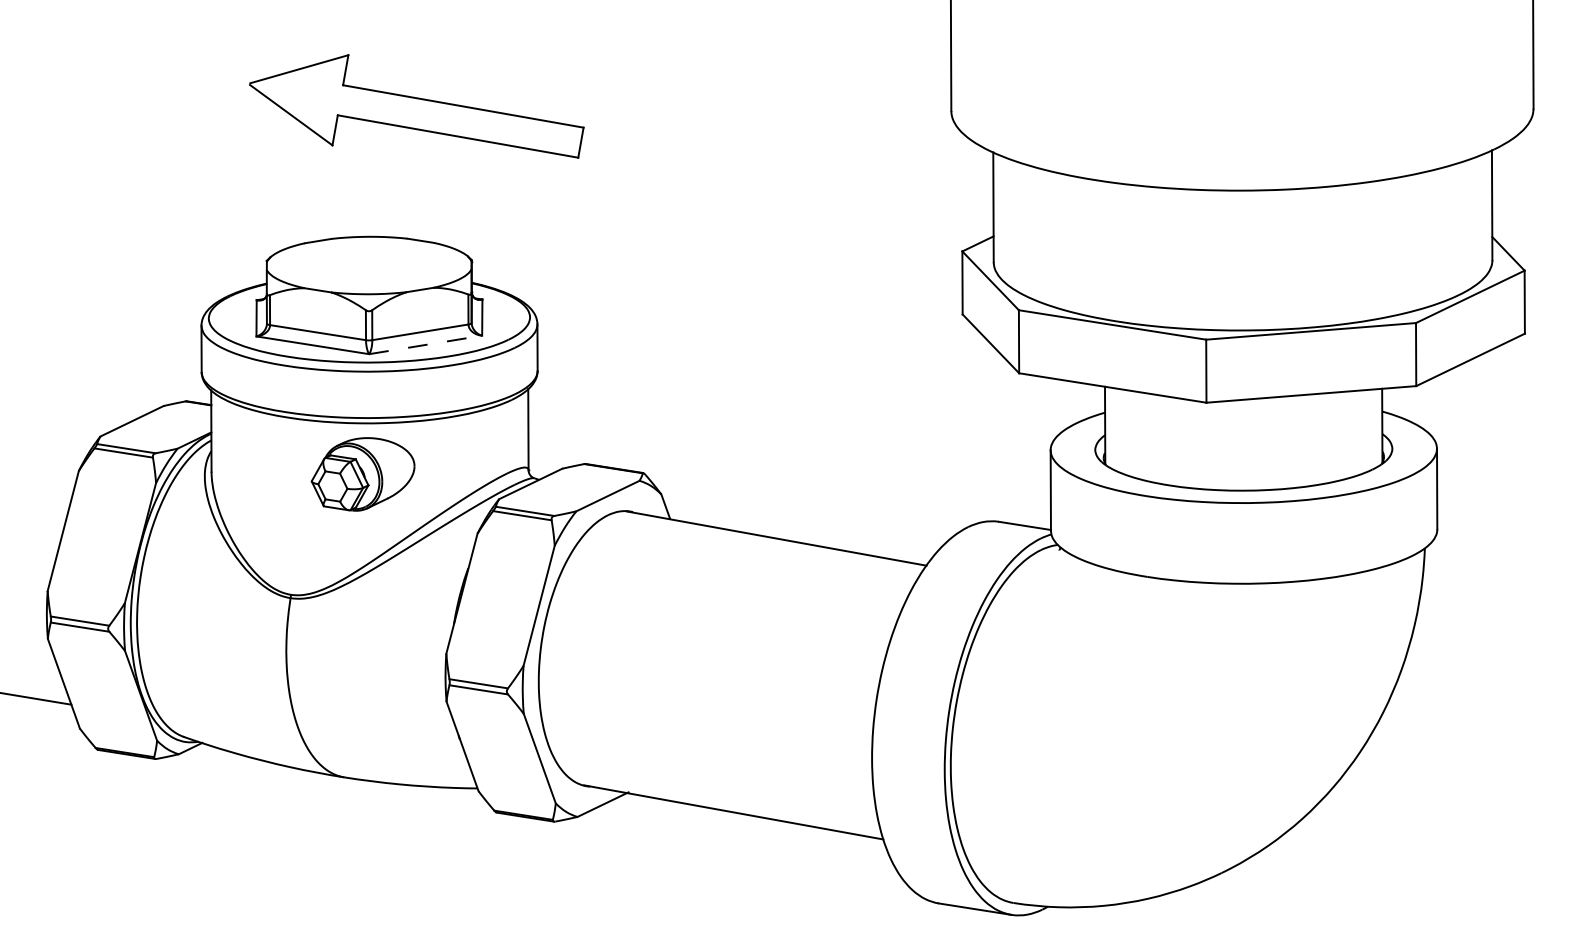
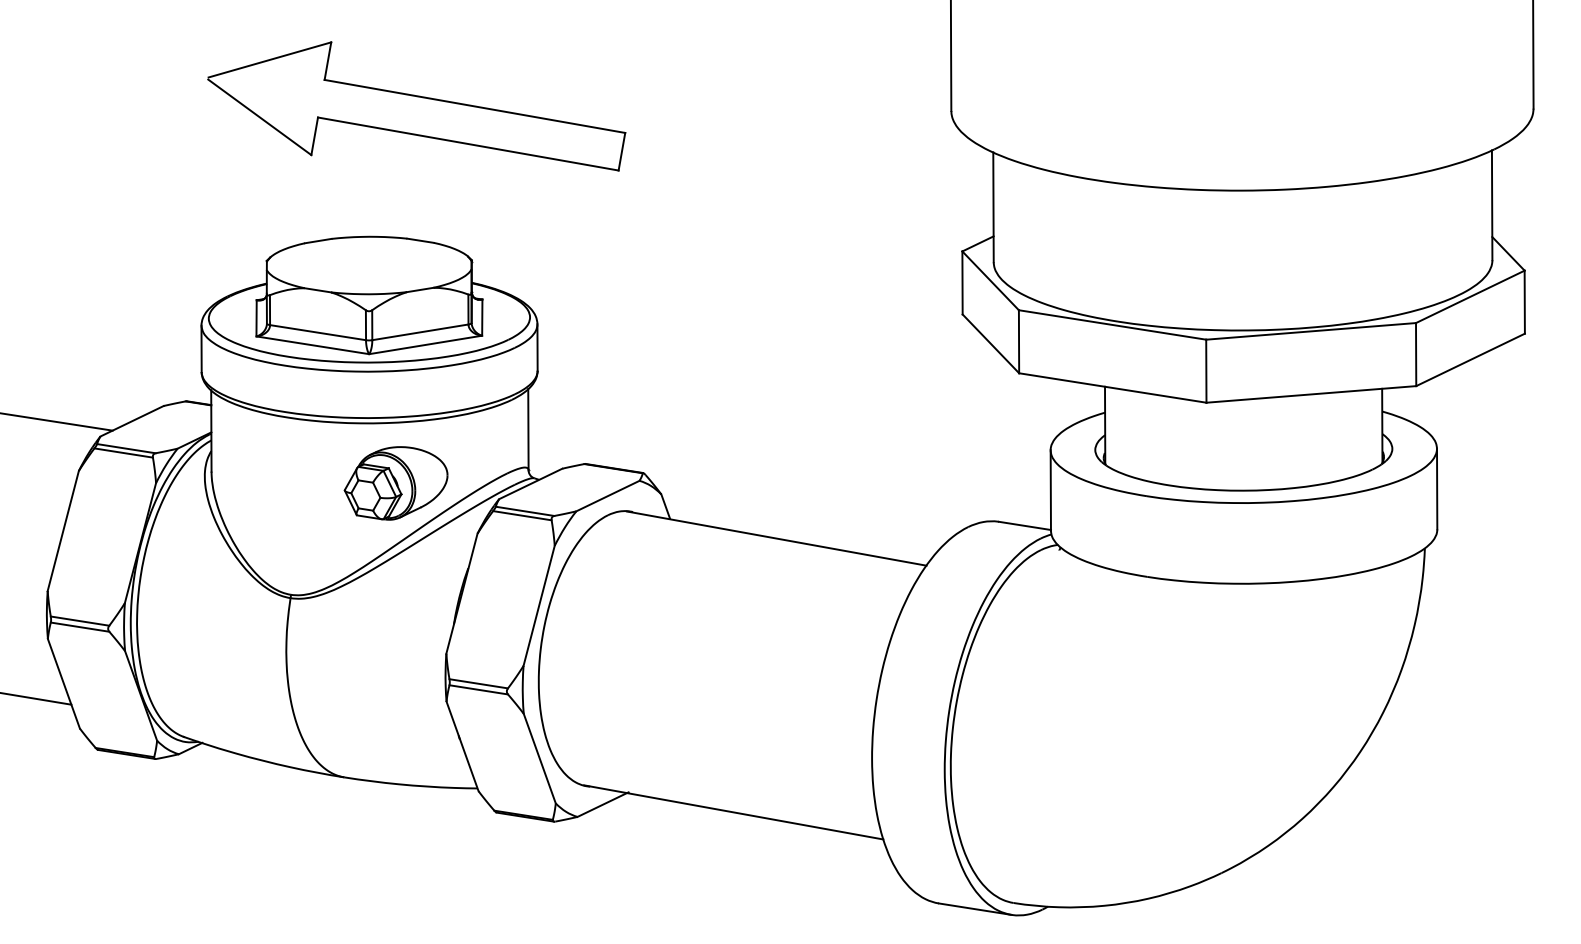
part at (416, 106) size: 336x105 px -> 420x131 px
line at (426, 344): dashed -> solid
line at (57, 421): none -> present
part at (362, 474) position: (362, 474) -> (395, 483)
